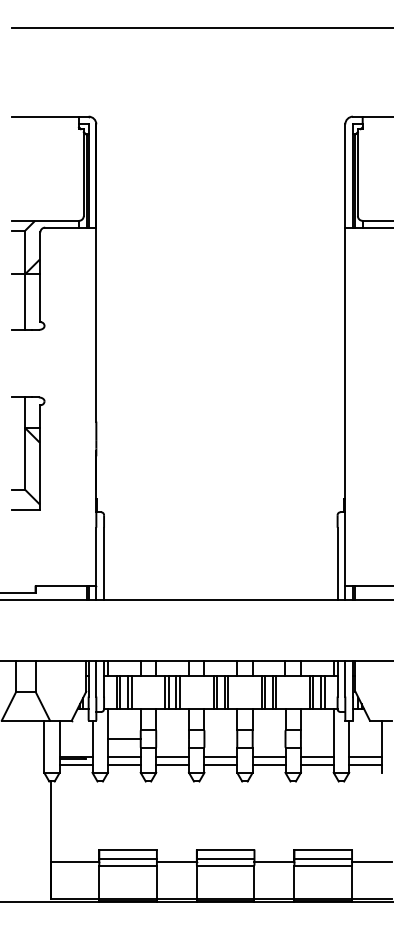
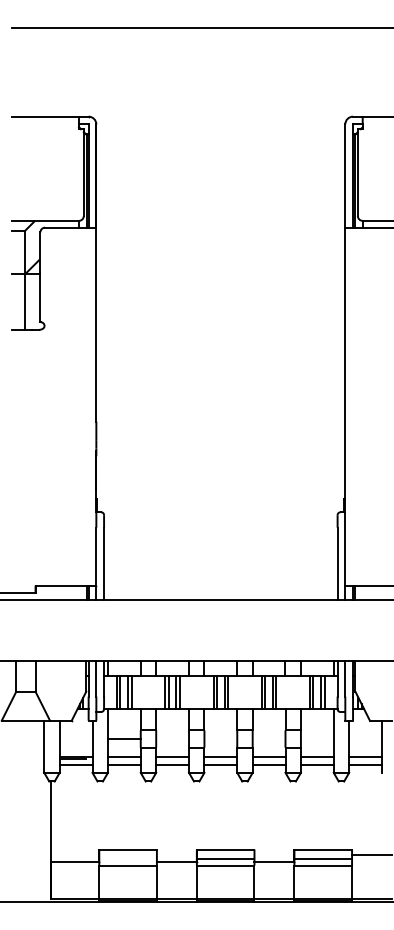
part at (28, 453): present -> none
line at (127, 859): present -> none
line at (371, 862) position: (371, 862) -> (371, 855)
